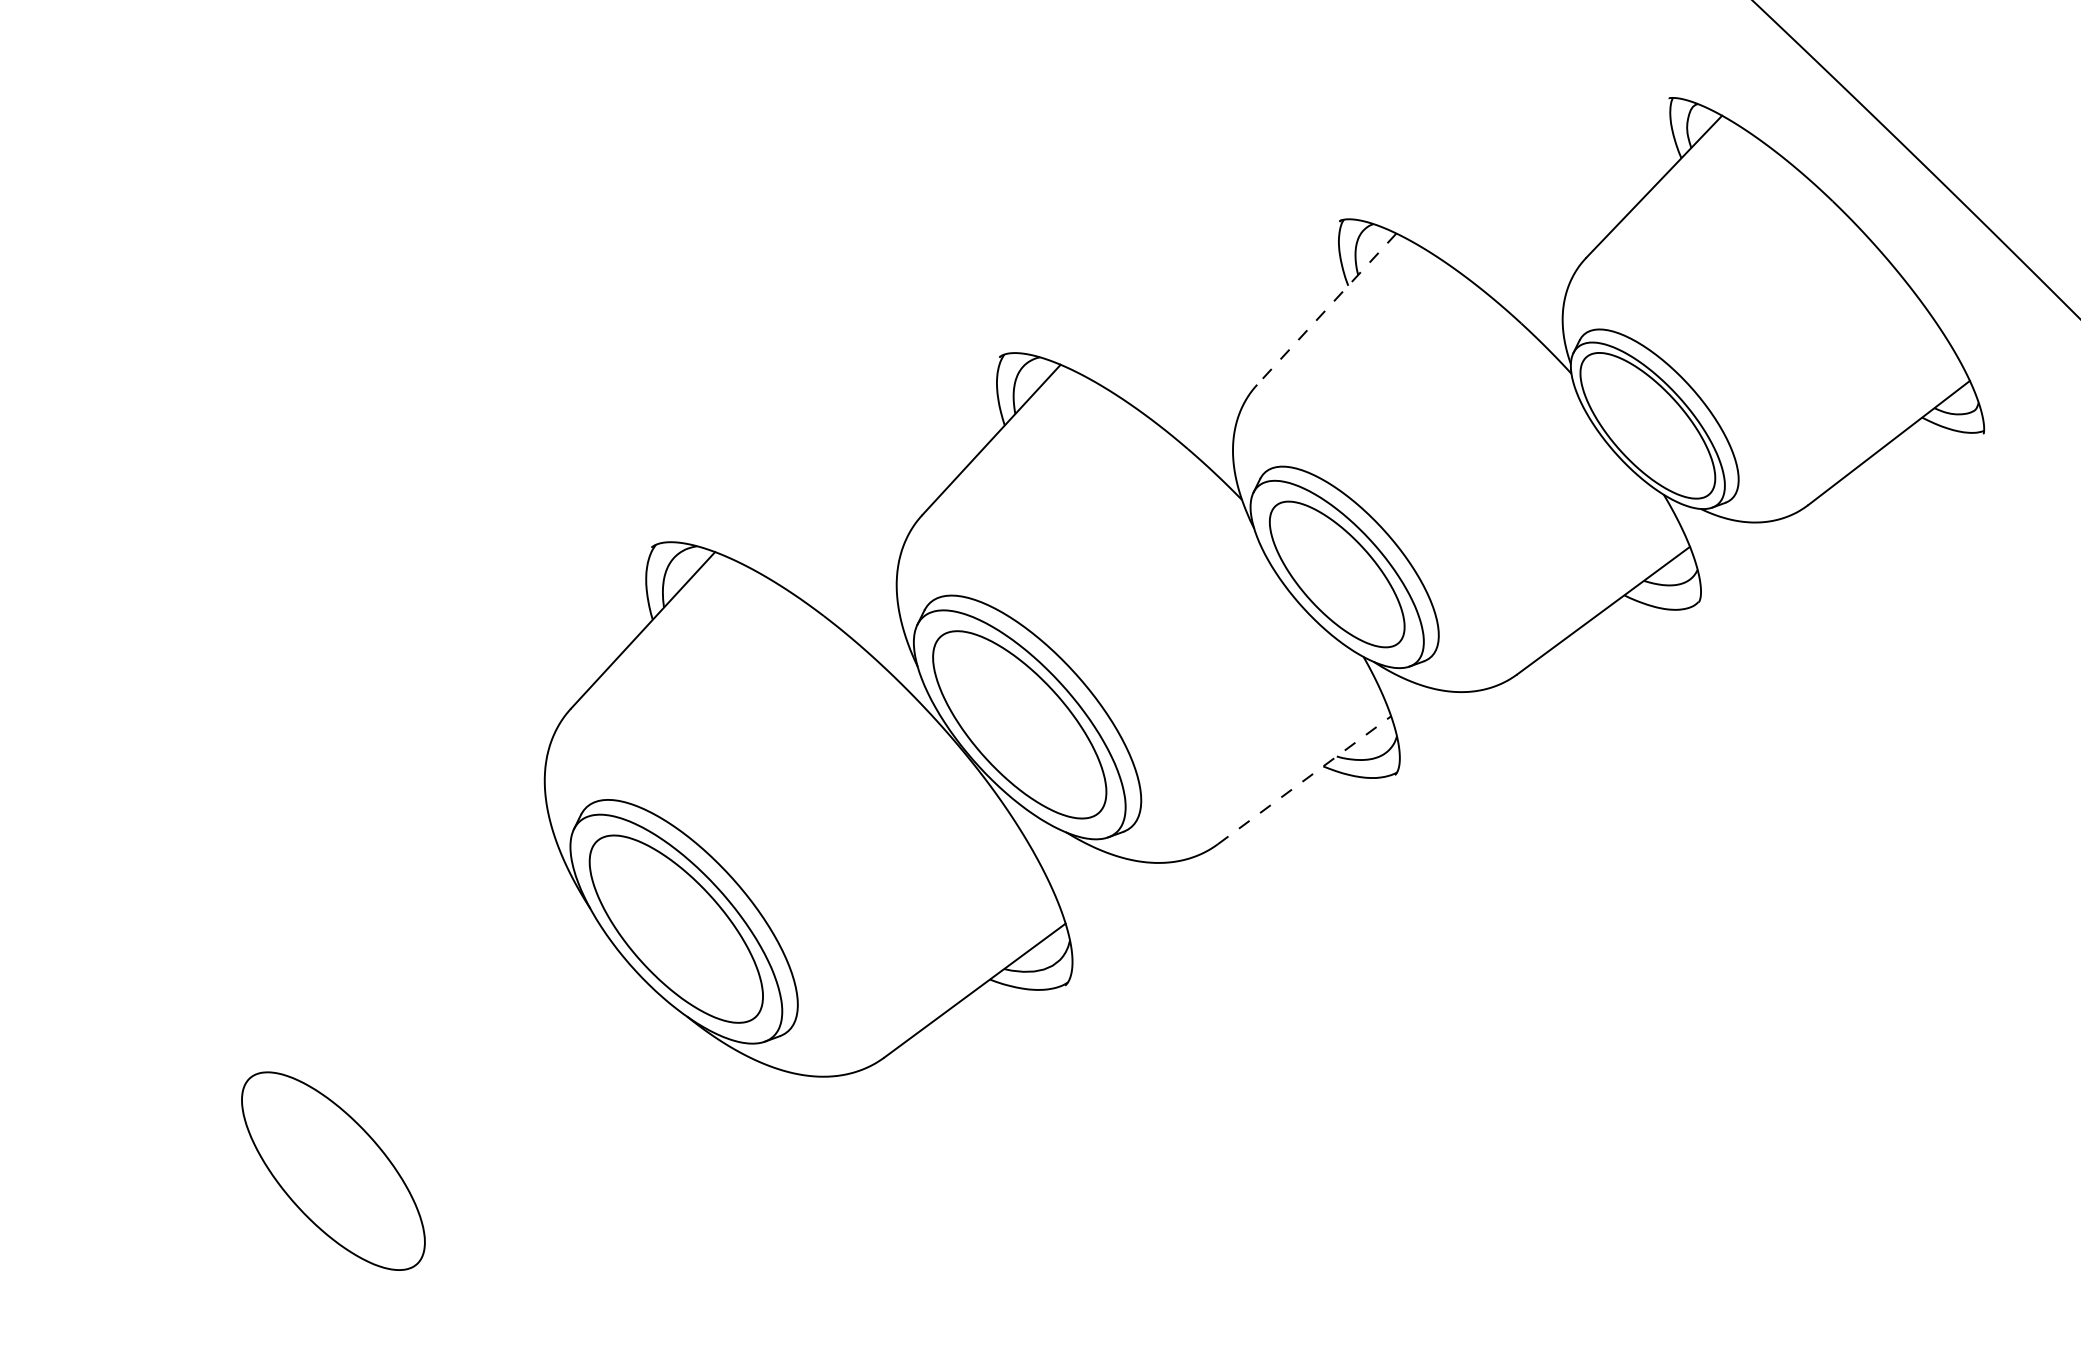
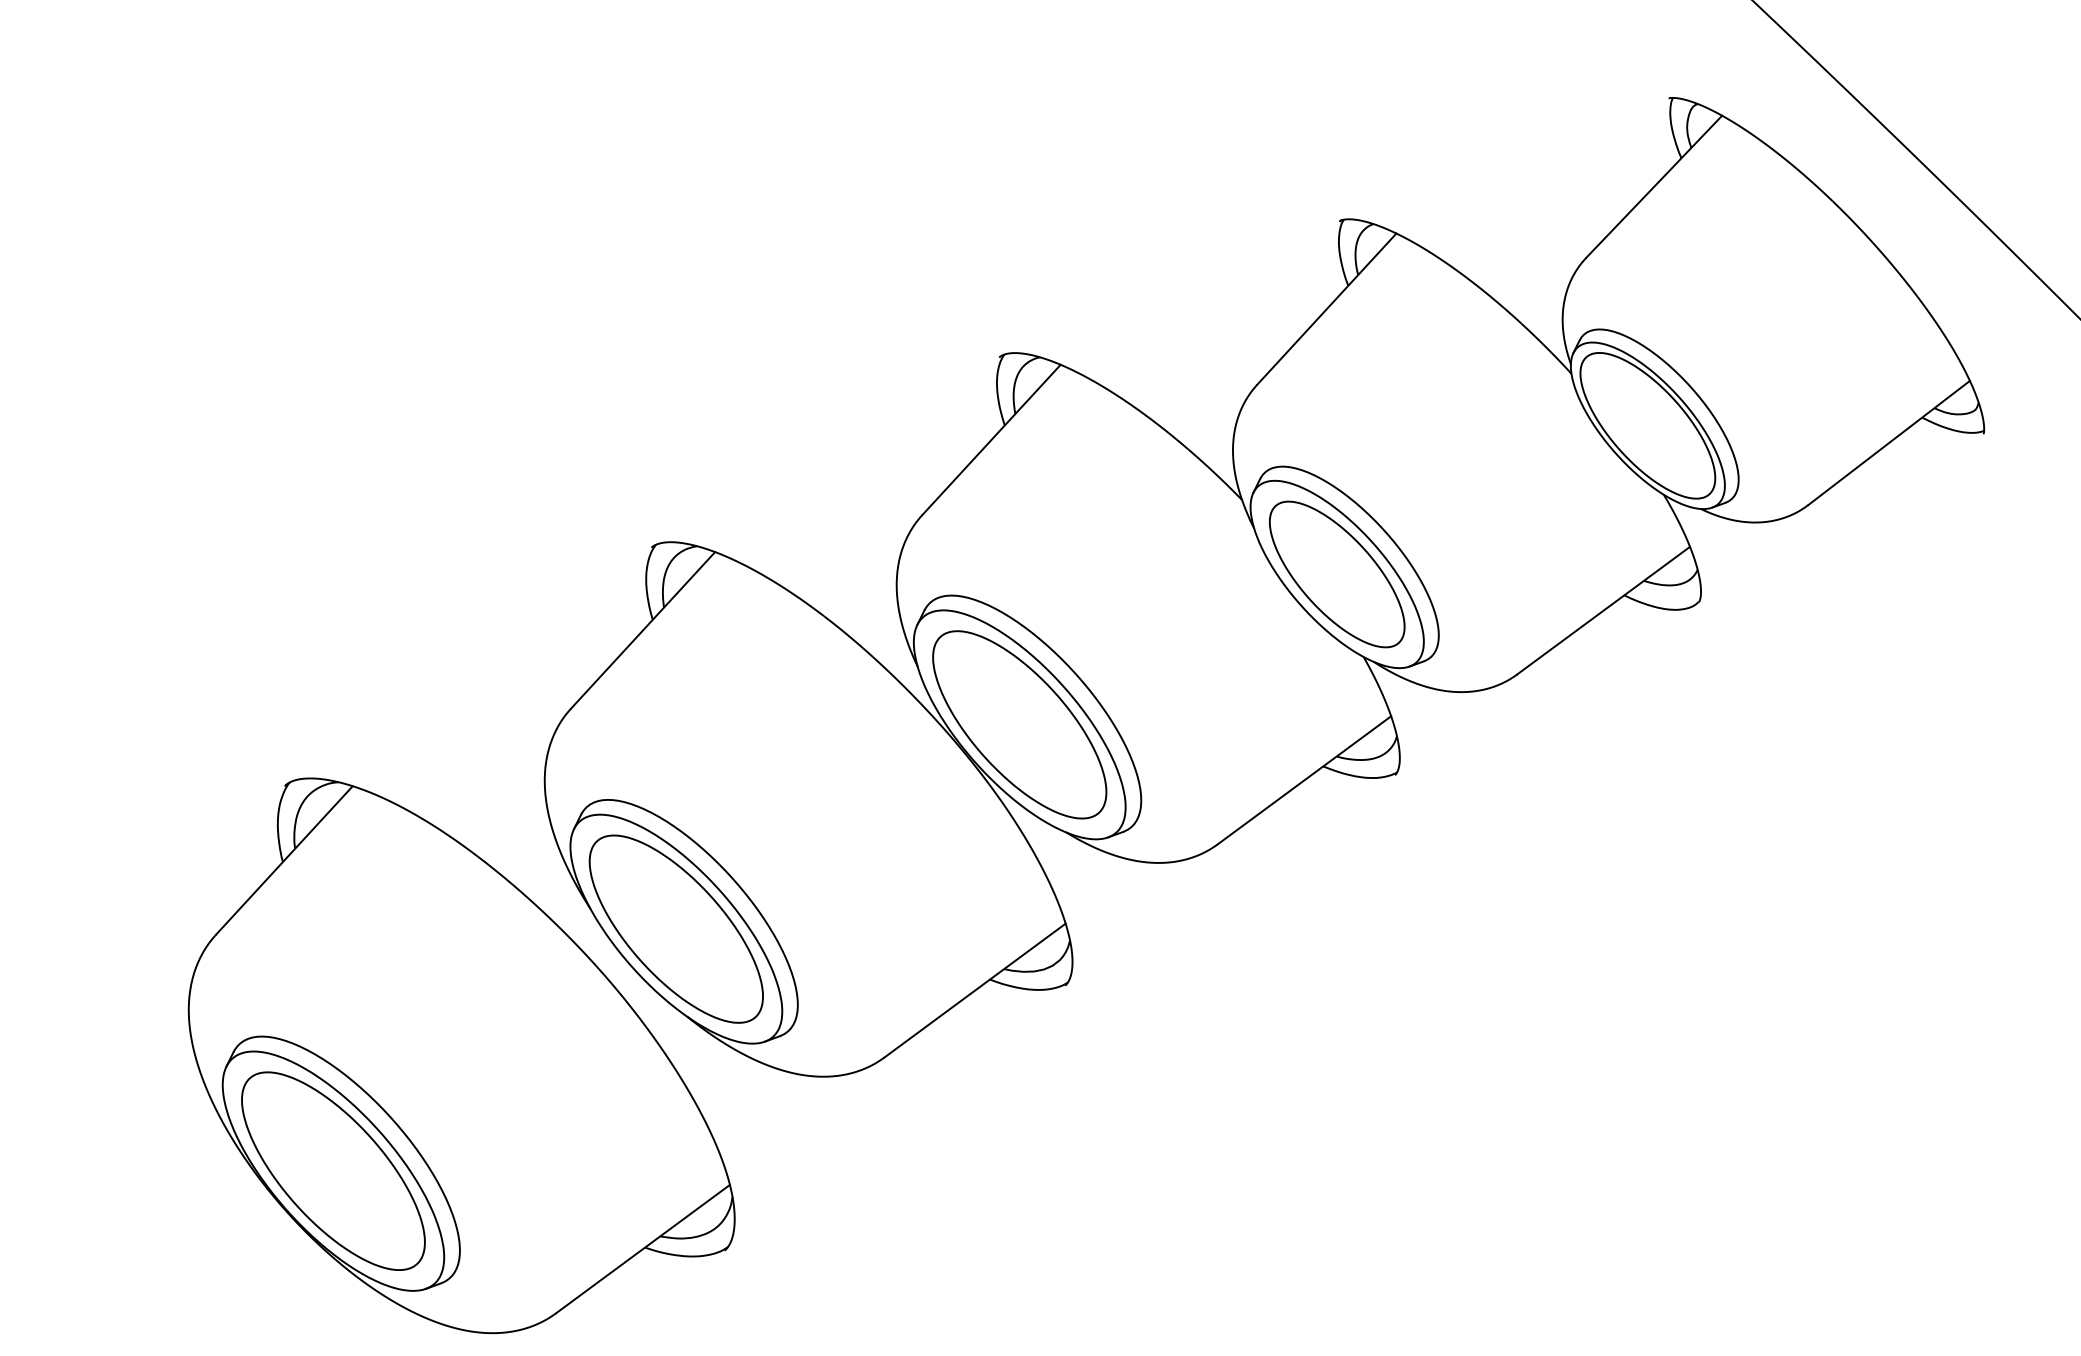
line at (1326, 309): dashed -> solid
line at (1304, 780): dashed -> solid
part at (461, 1055): none -> present
